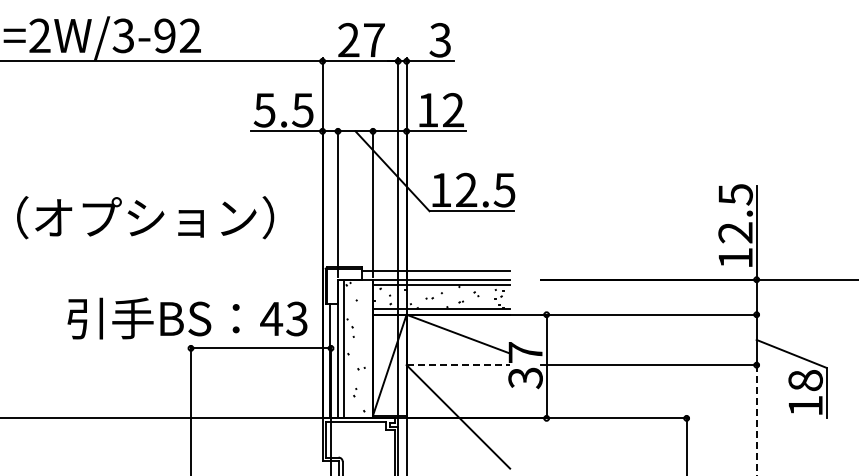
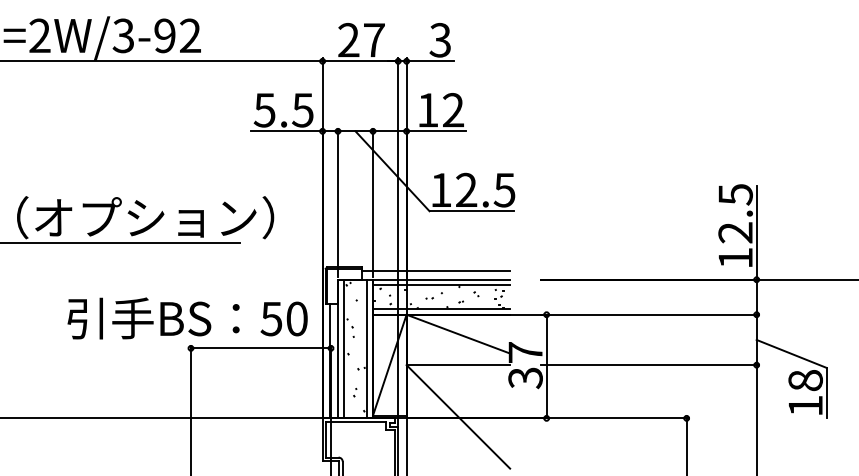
line at (120, 243): none -> present
text at (283, 318): 43 -> 50
line at (367, 348): none -> present
line at (458, 365): dashed -> solid
line at (756, 420): dashed -> solid
